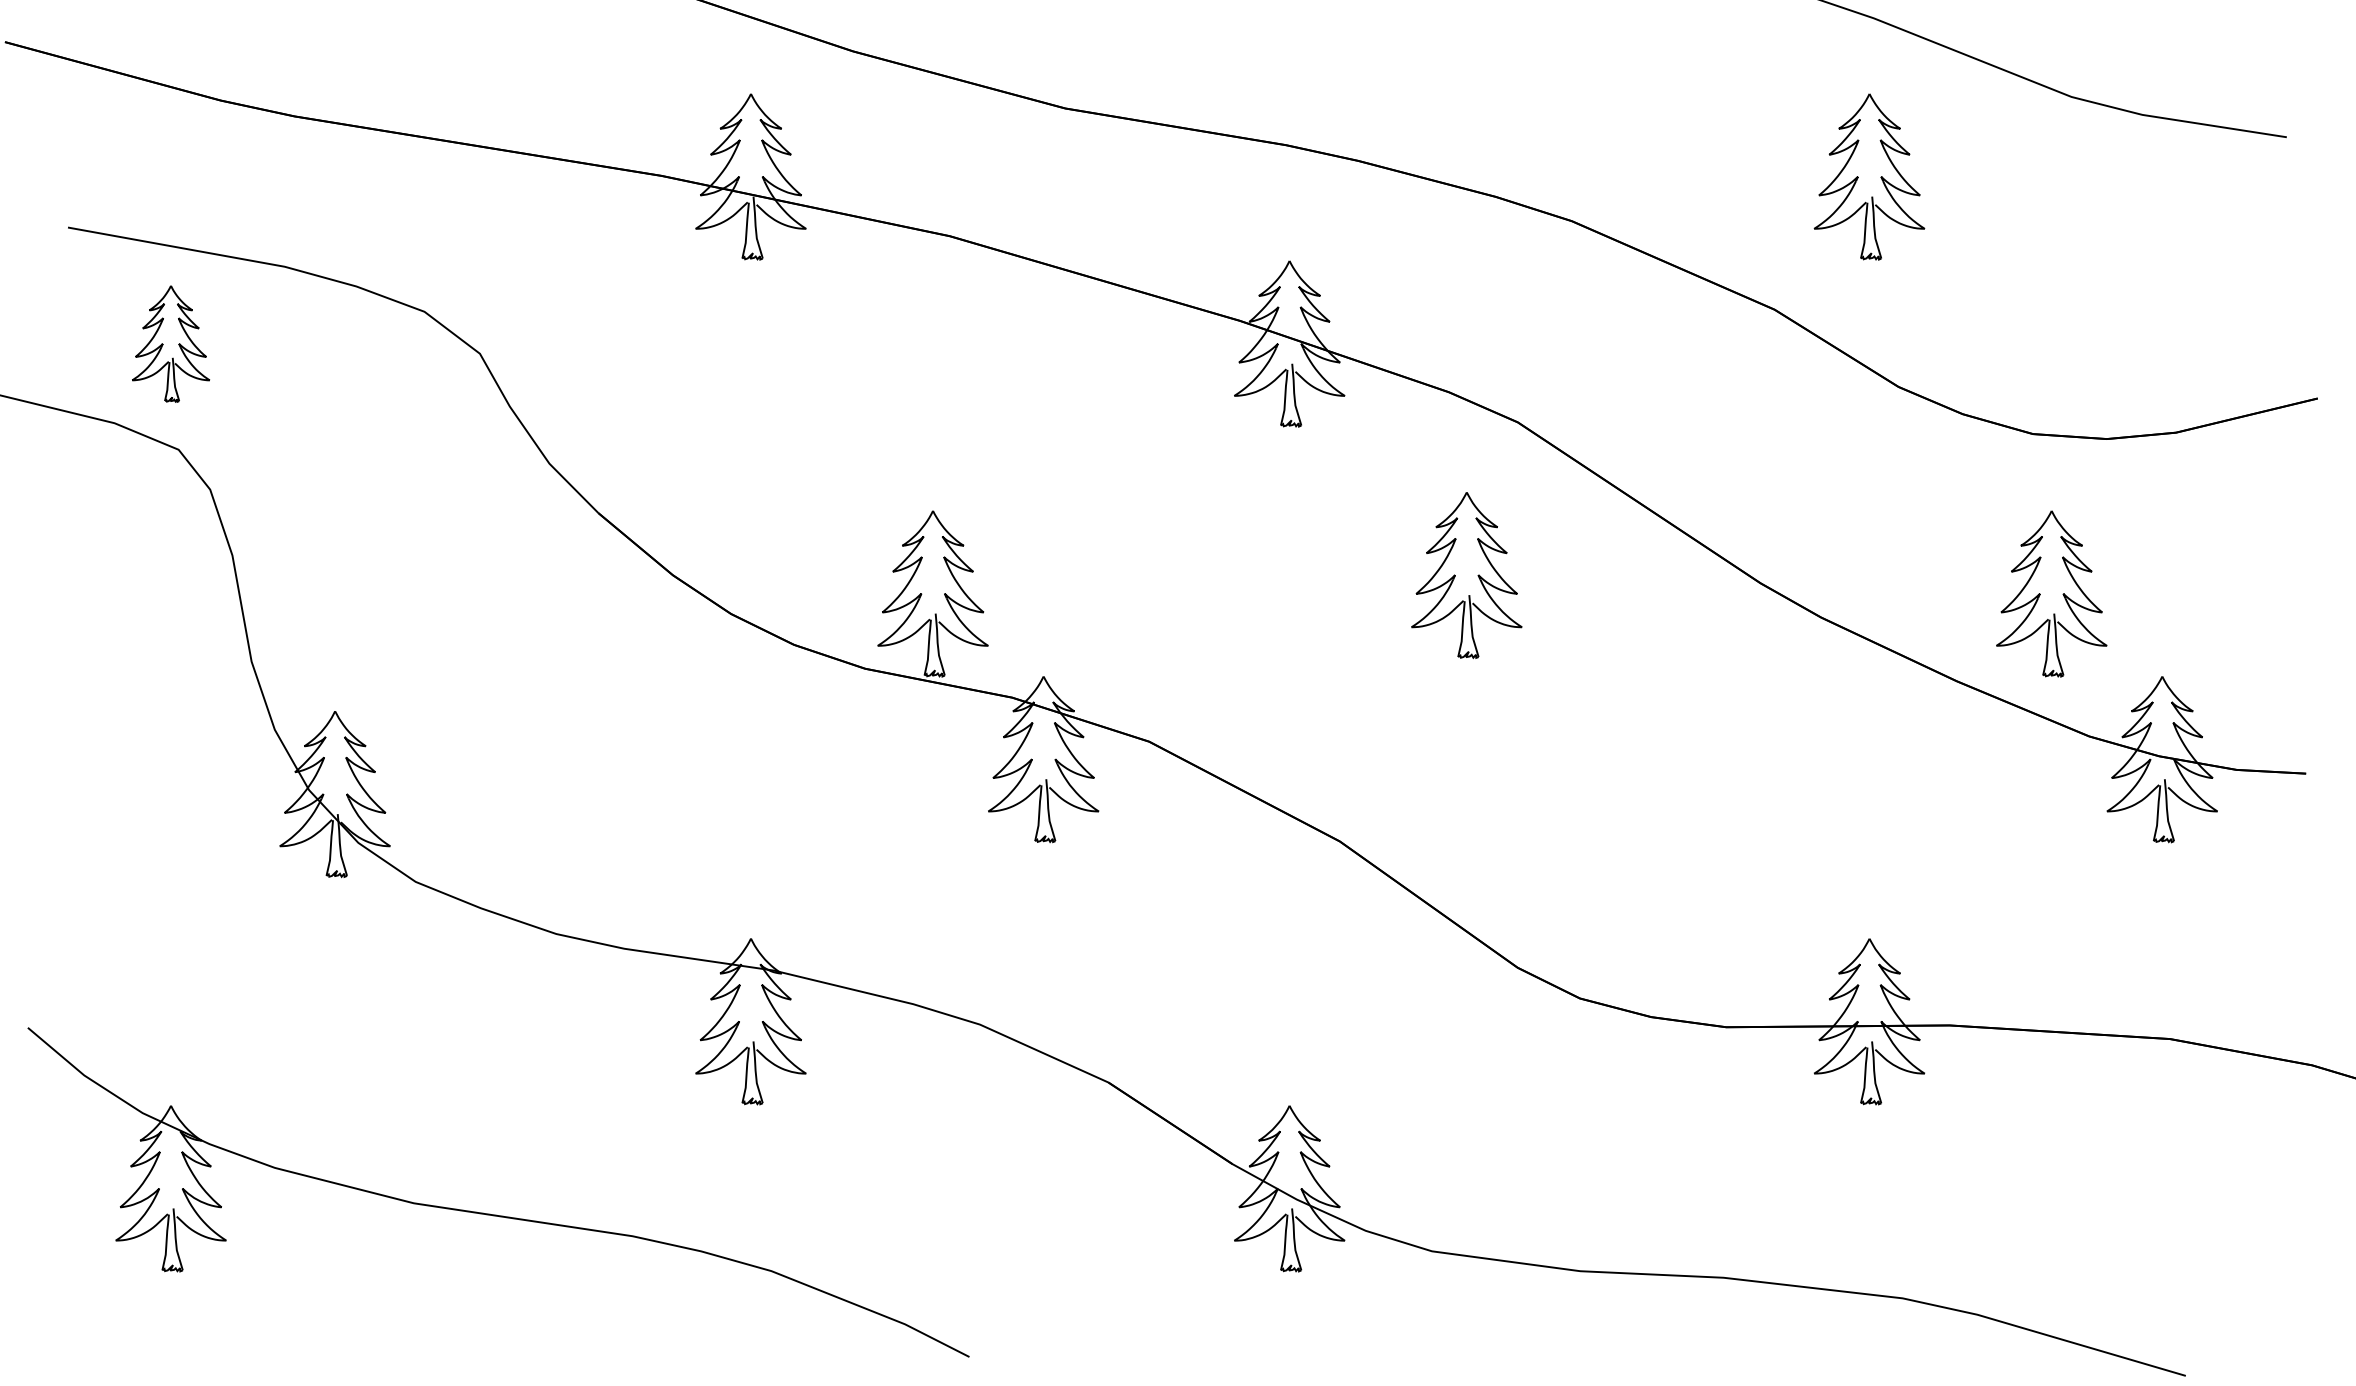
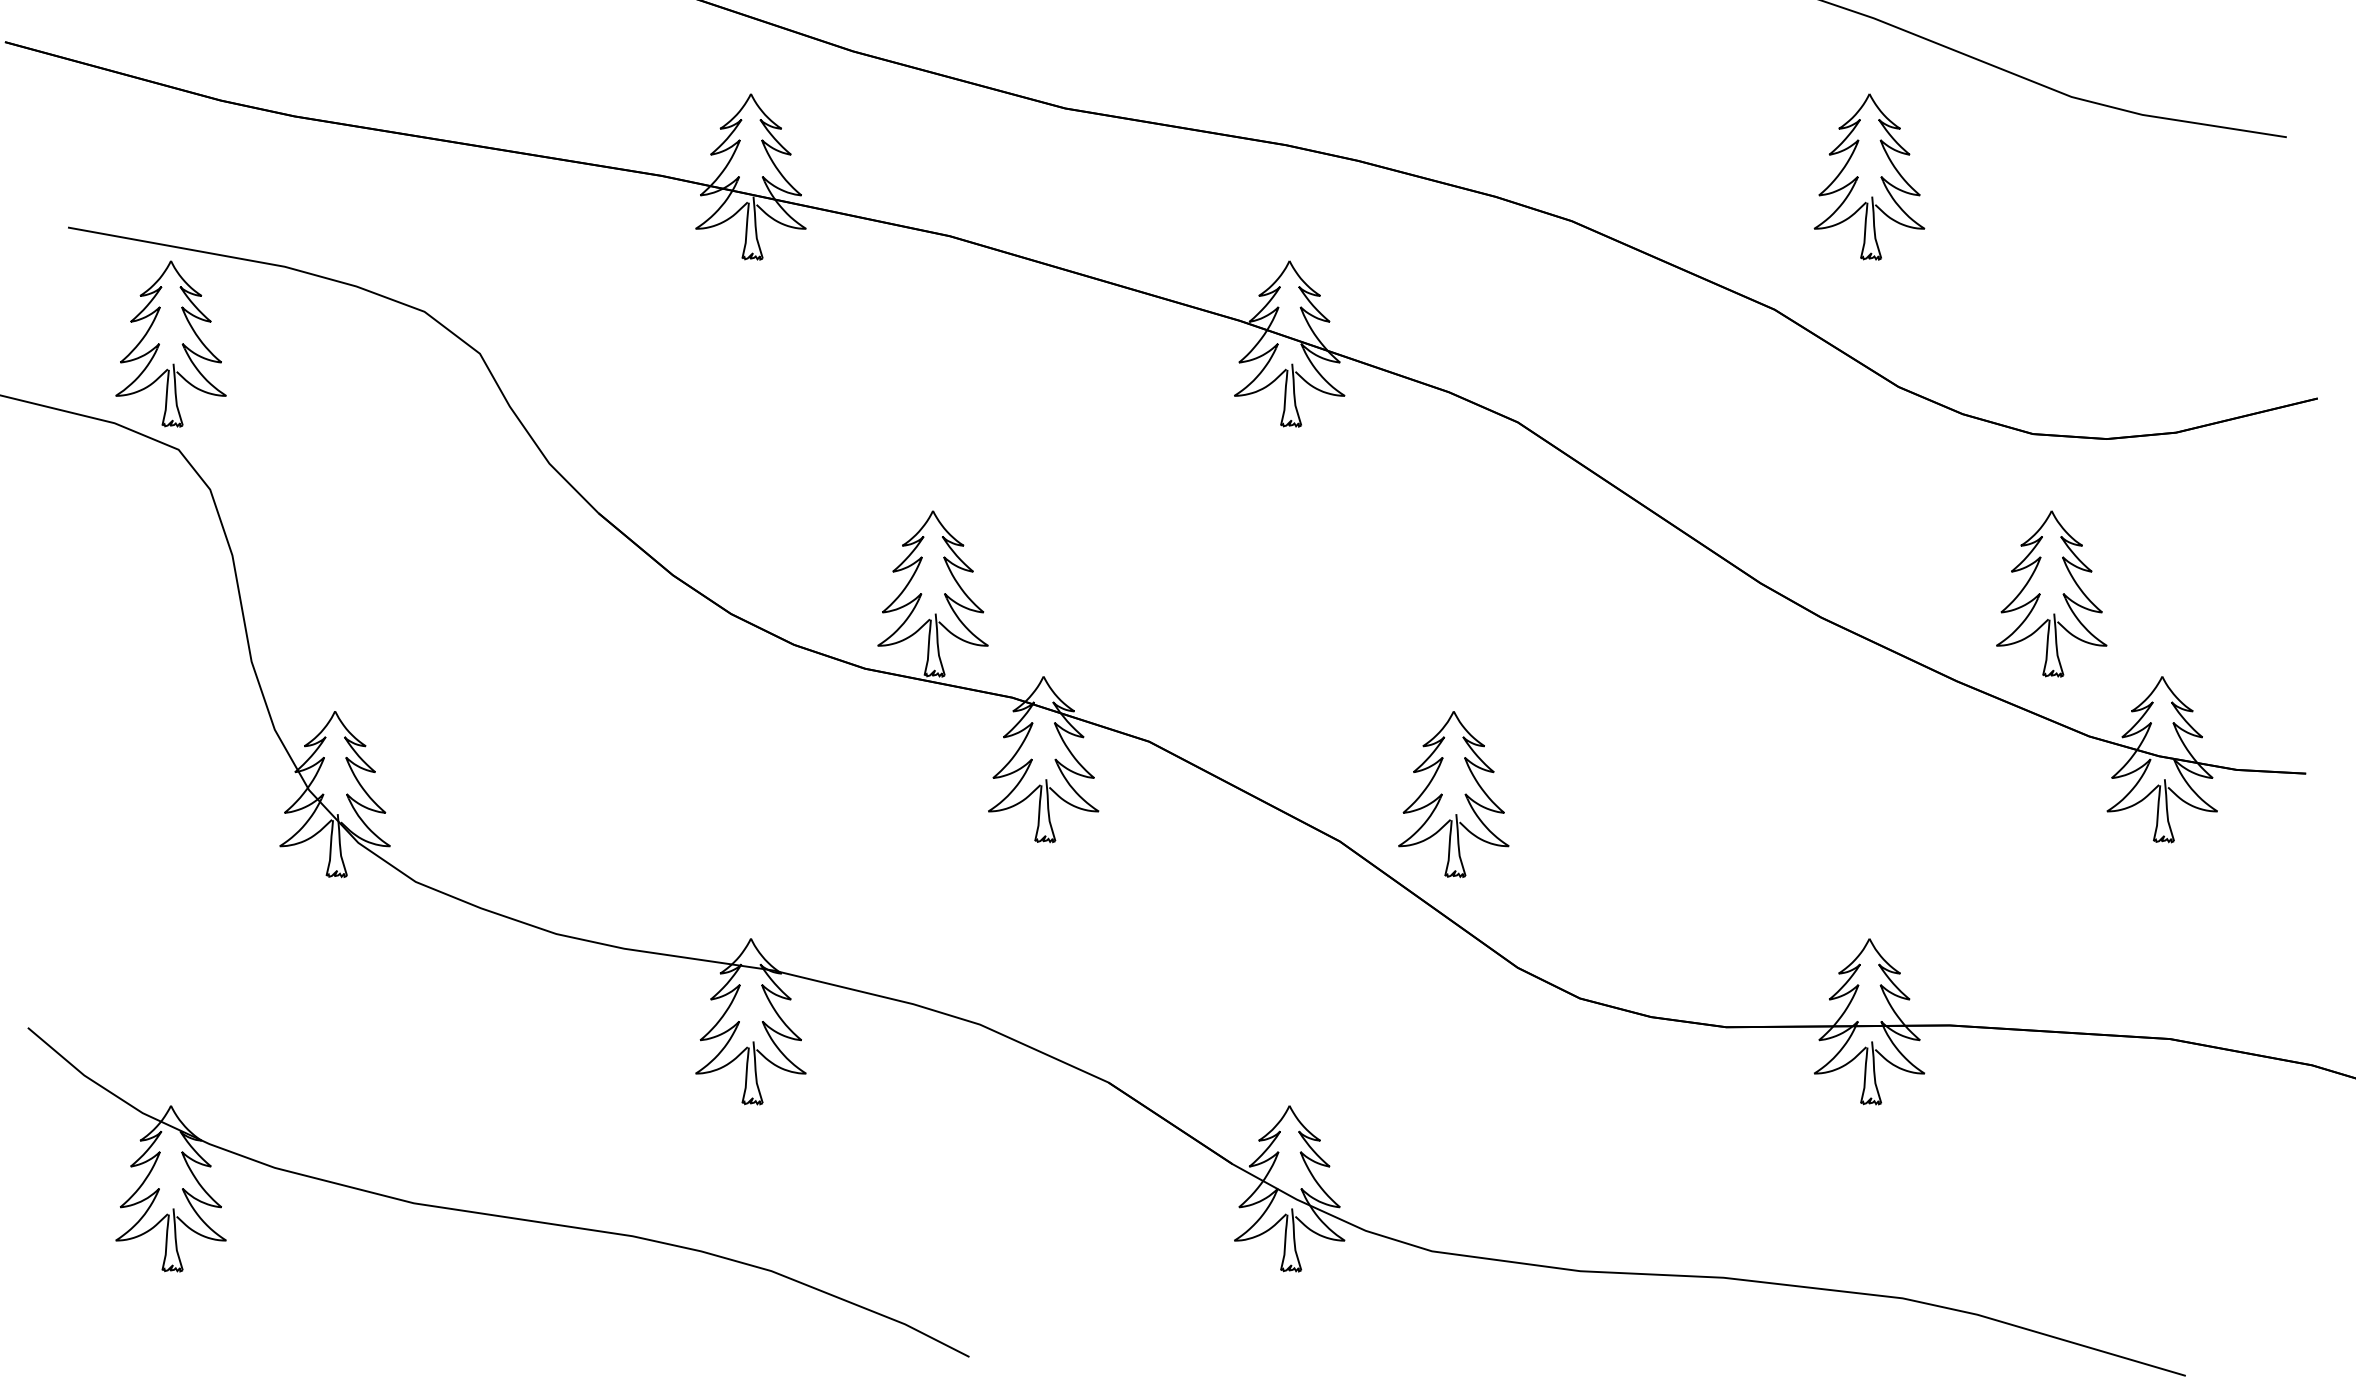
part at (171, 343) size: 79x118 px -> 112x168 px
part at (1466, 575) position: (1466, 575) -> (1453, 794)
